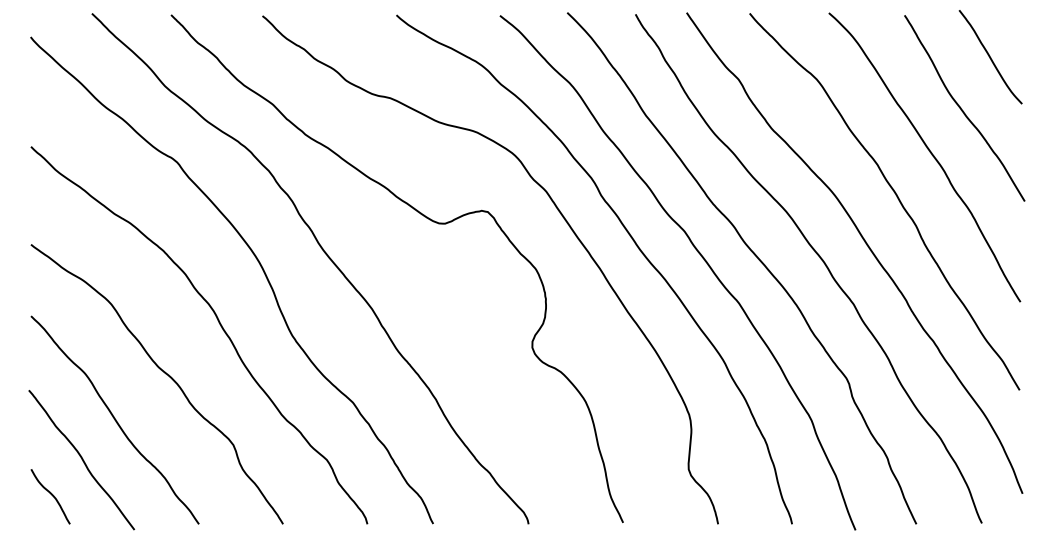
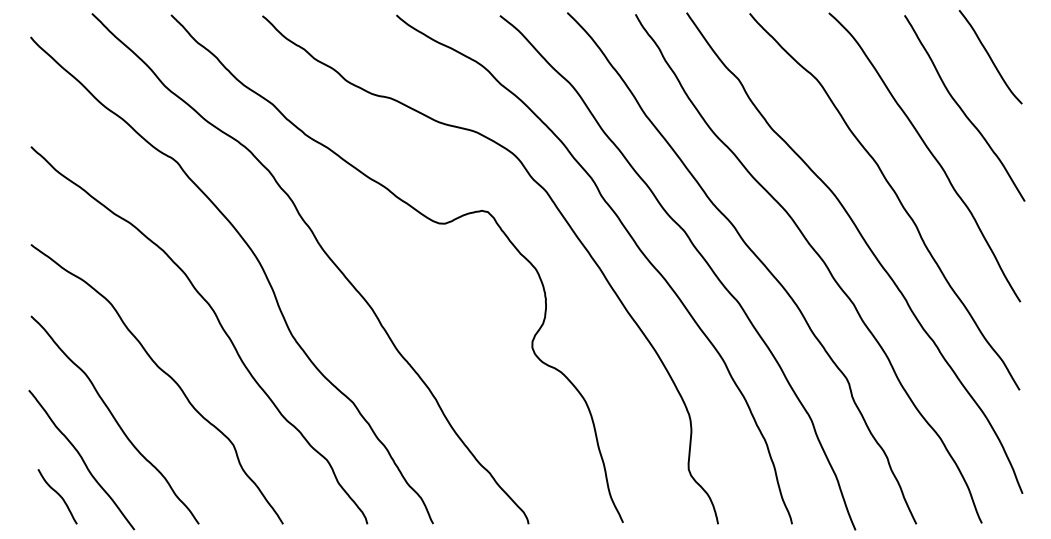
curve at (51, 495) position: (51, 495) -> (58, 495)
